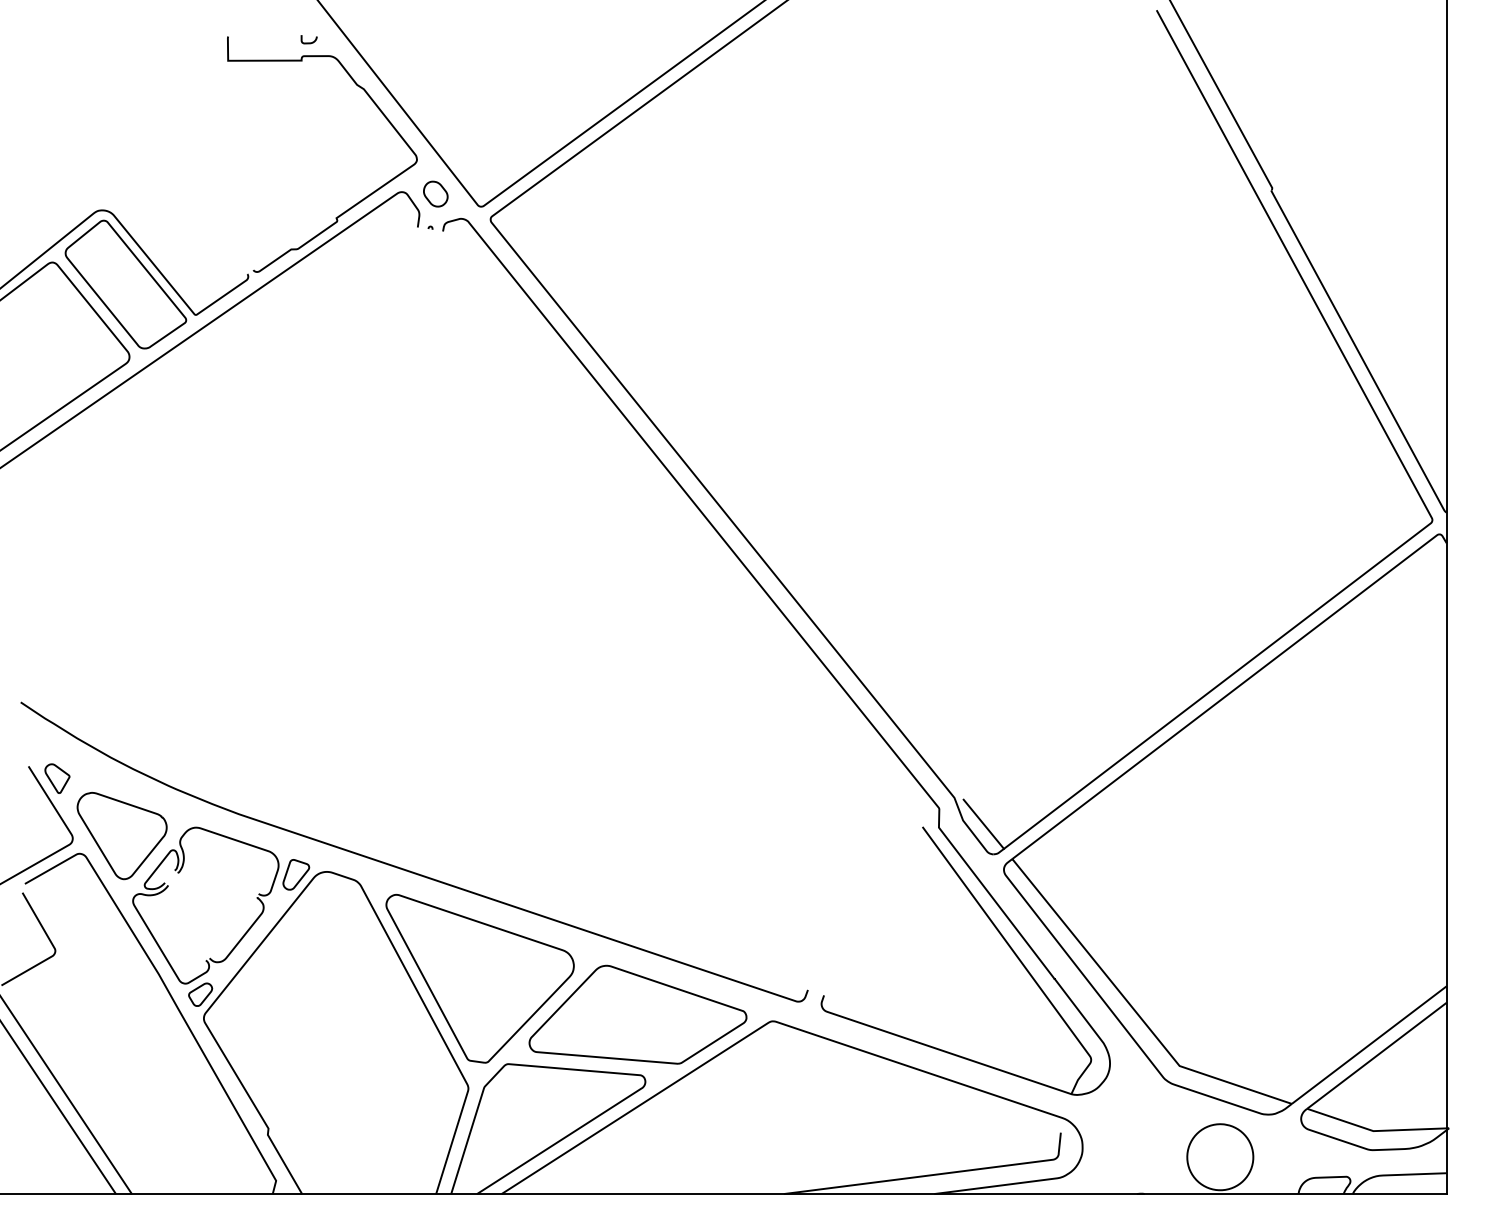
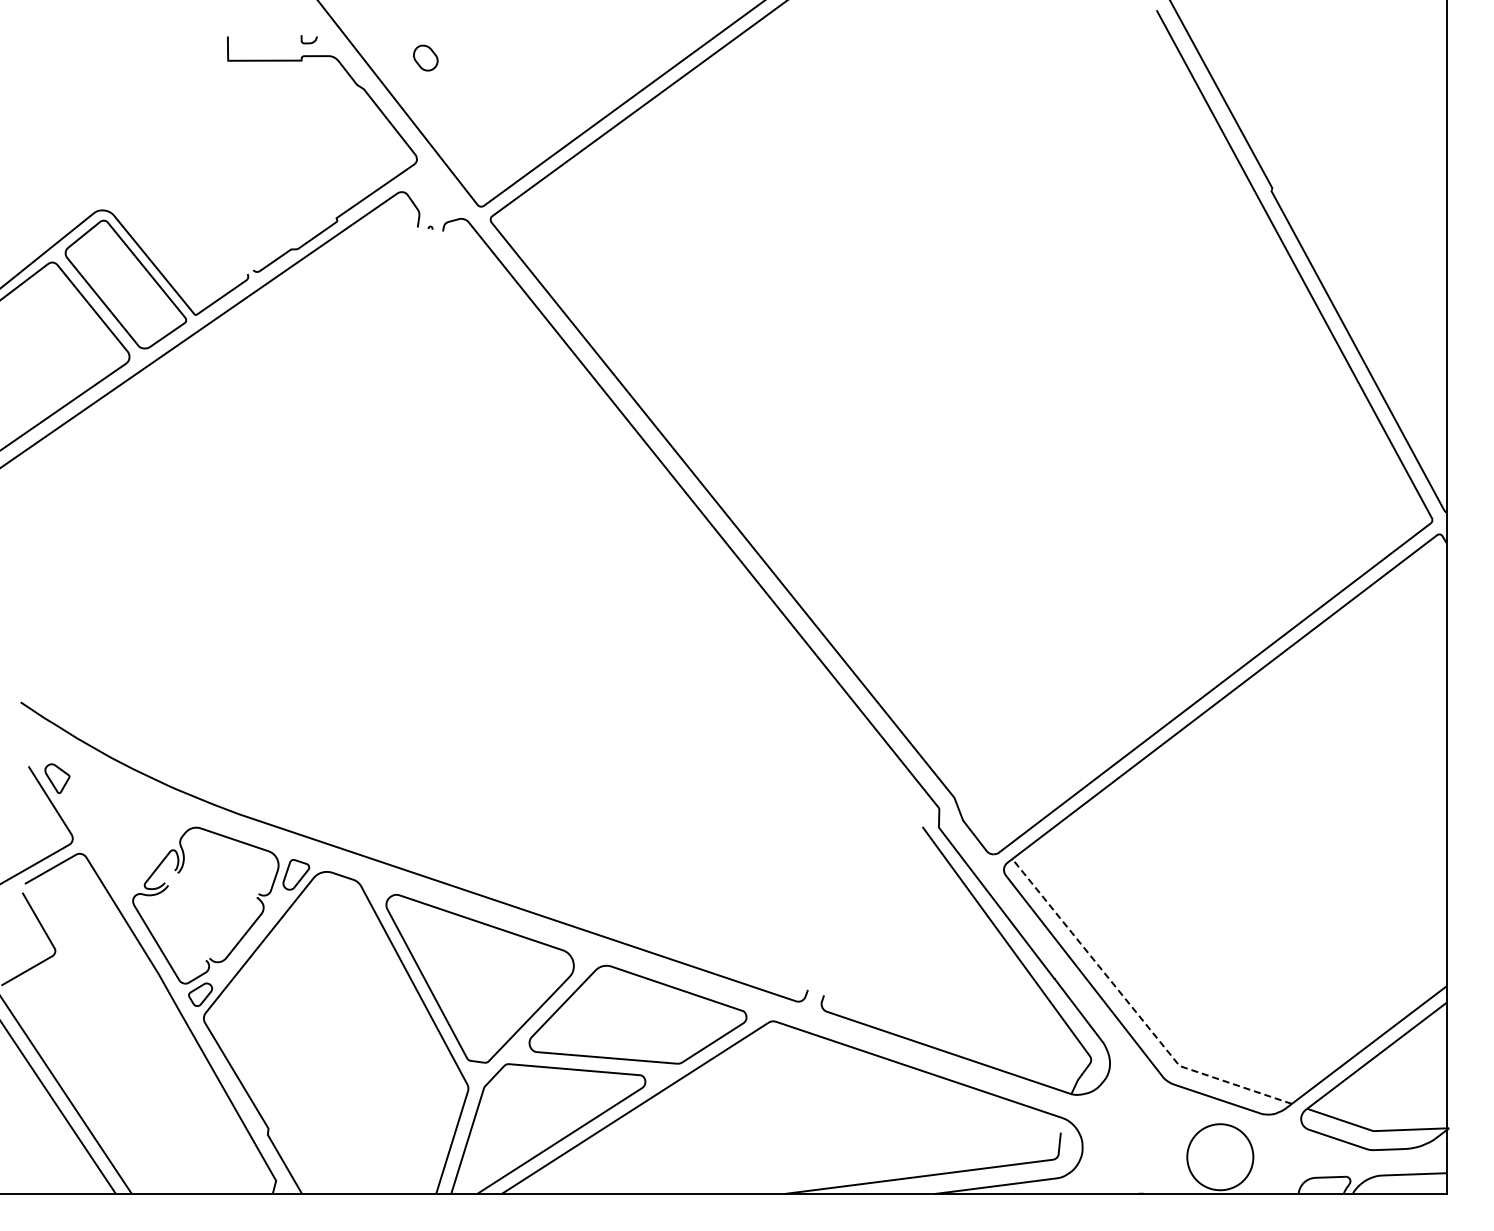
part at (435, 193) position: (435, 193) -> (425, 57)
line at (983, 823): present -> none
part at (121, 836): present -> none
line at (1133, 1008): solid -> dashed
